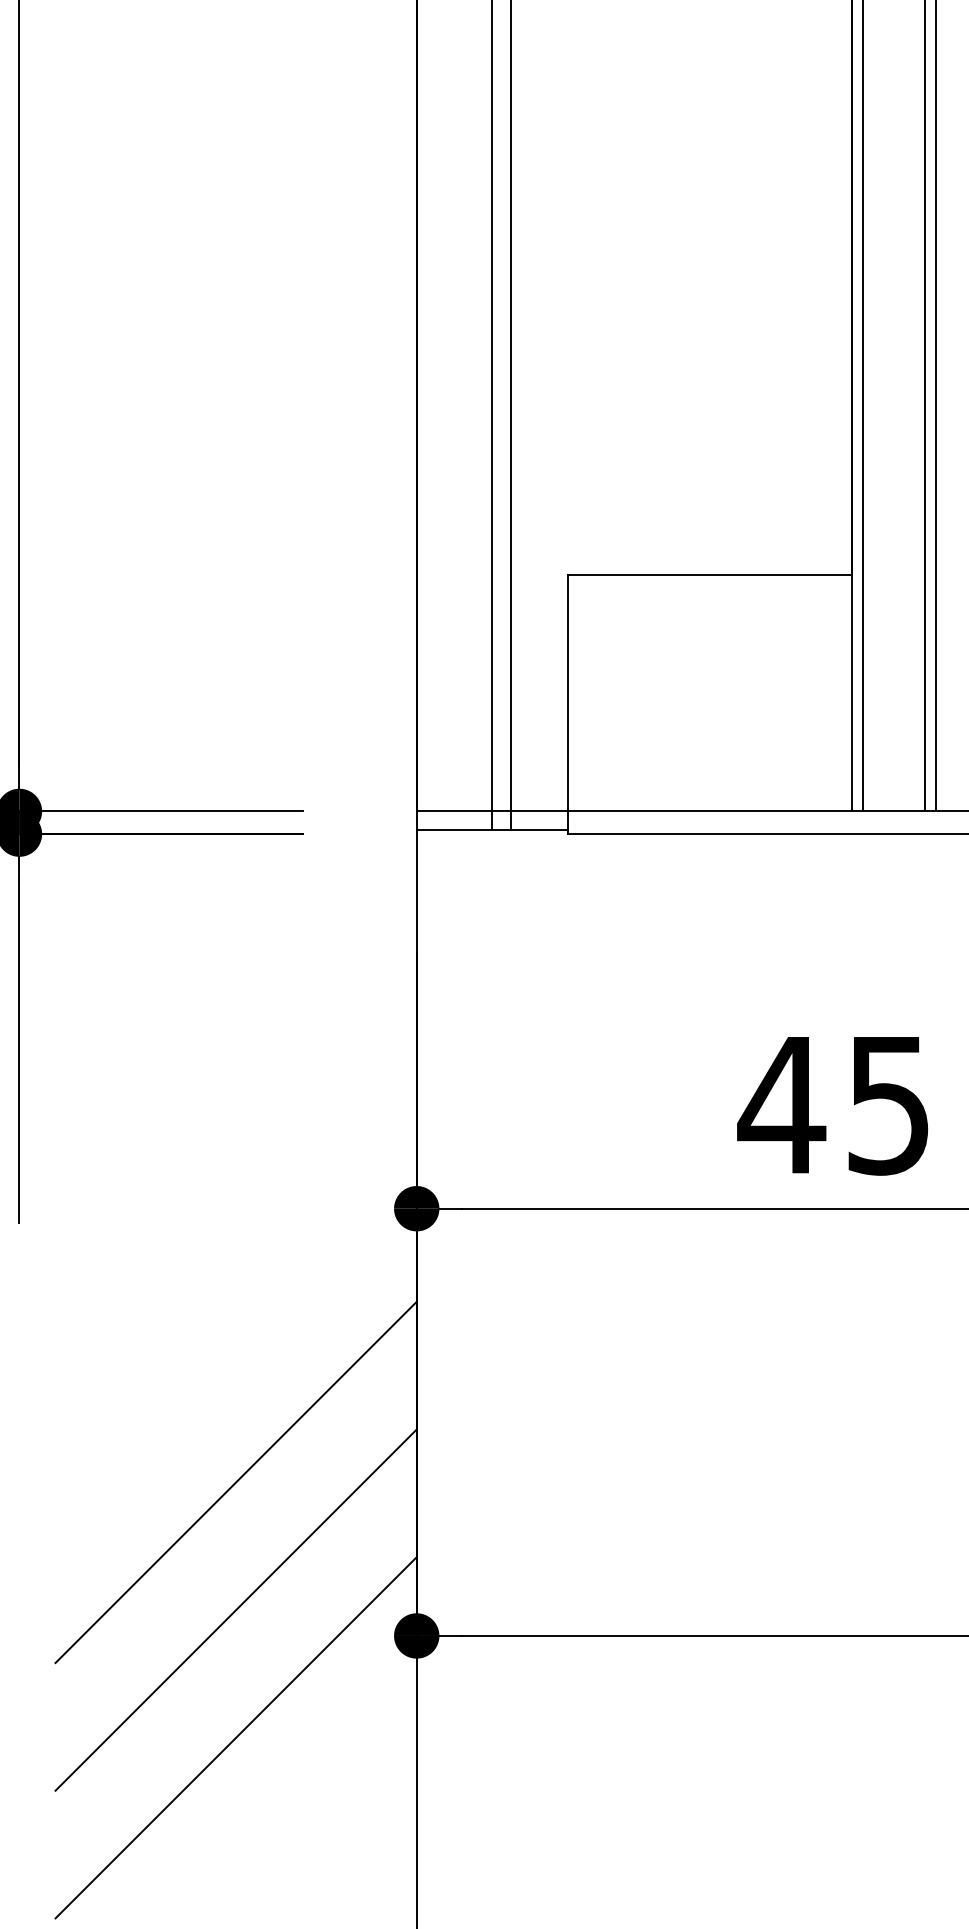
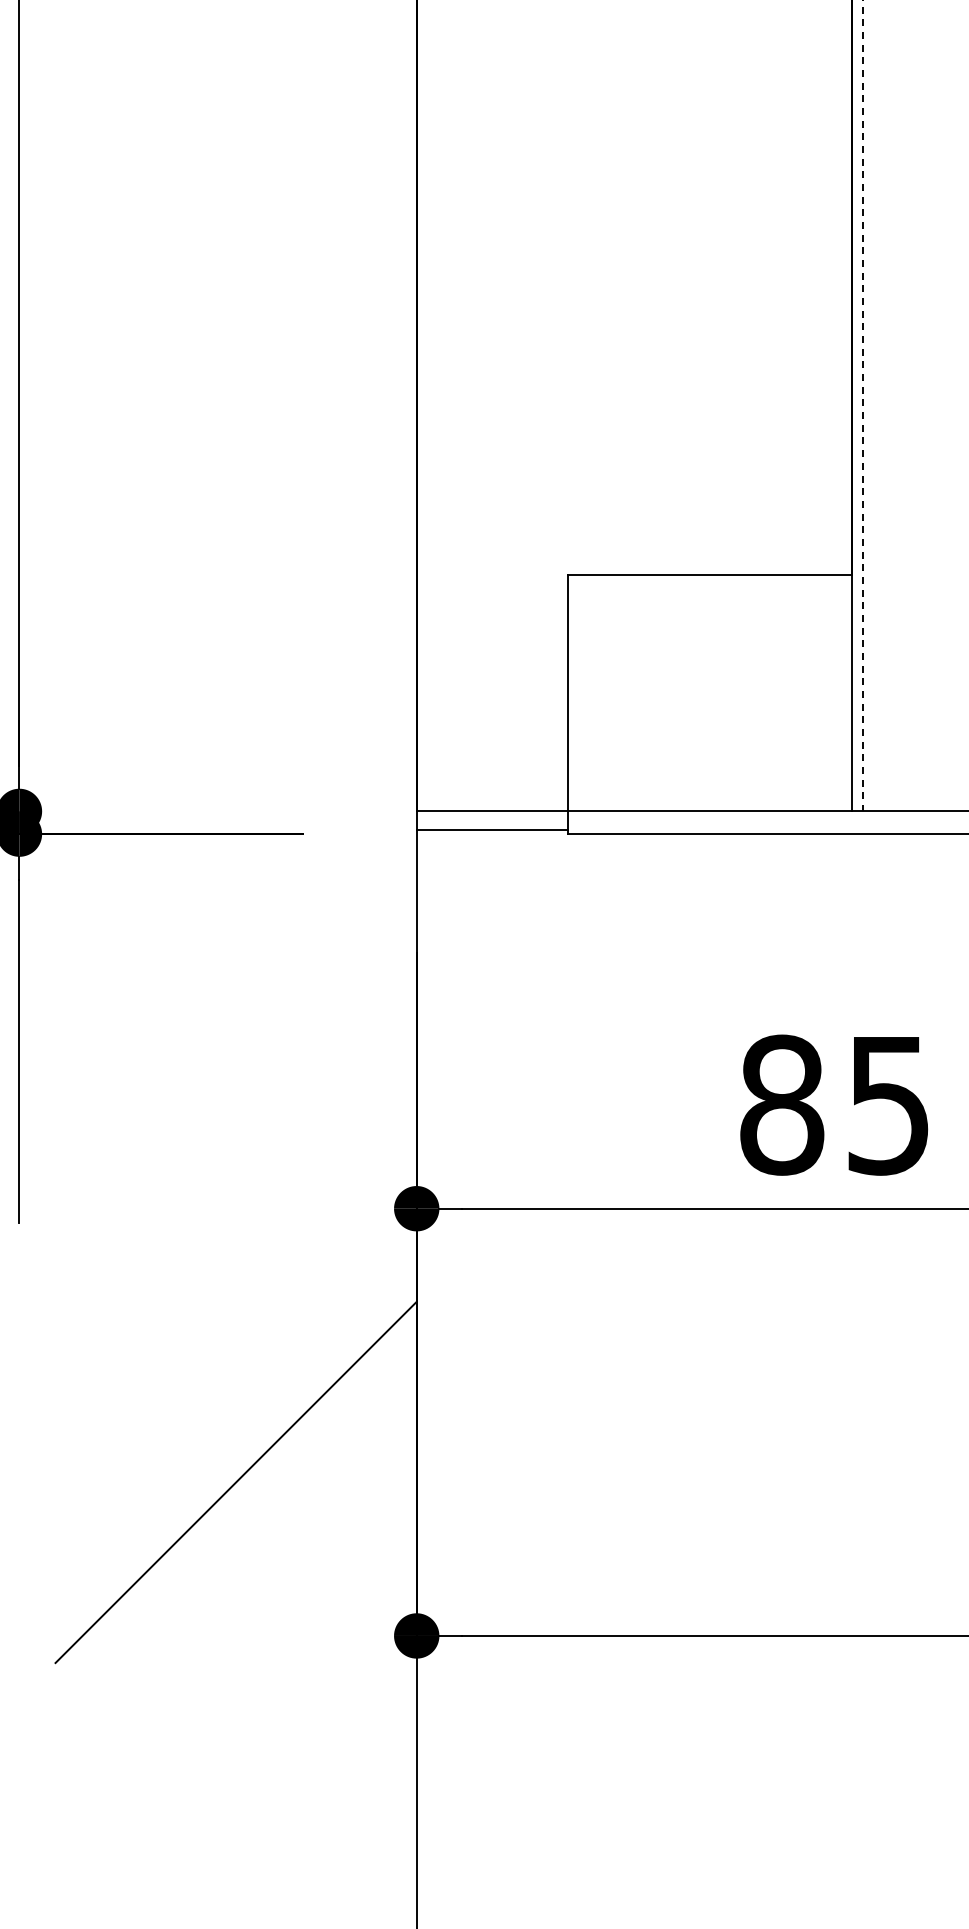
line at (862, 406): solid -> dashed
line at (924, 406): present -> none
line at (935, 406): present -> none
line at (492, 416): present -> none
line at (511, 416): present -> none
line at (161, 811): present -> none
text at (781, 1104): 45 -> 85
line at (235, 1609): present -> none
line at (235, 1737): present -> none
